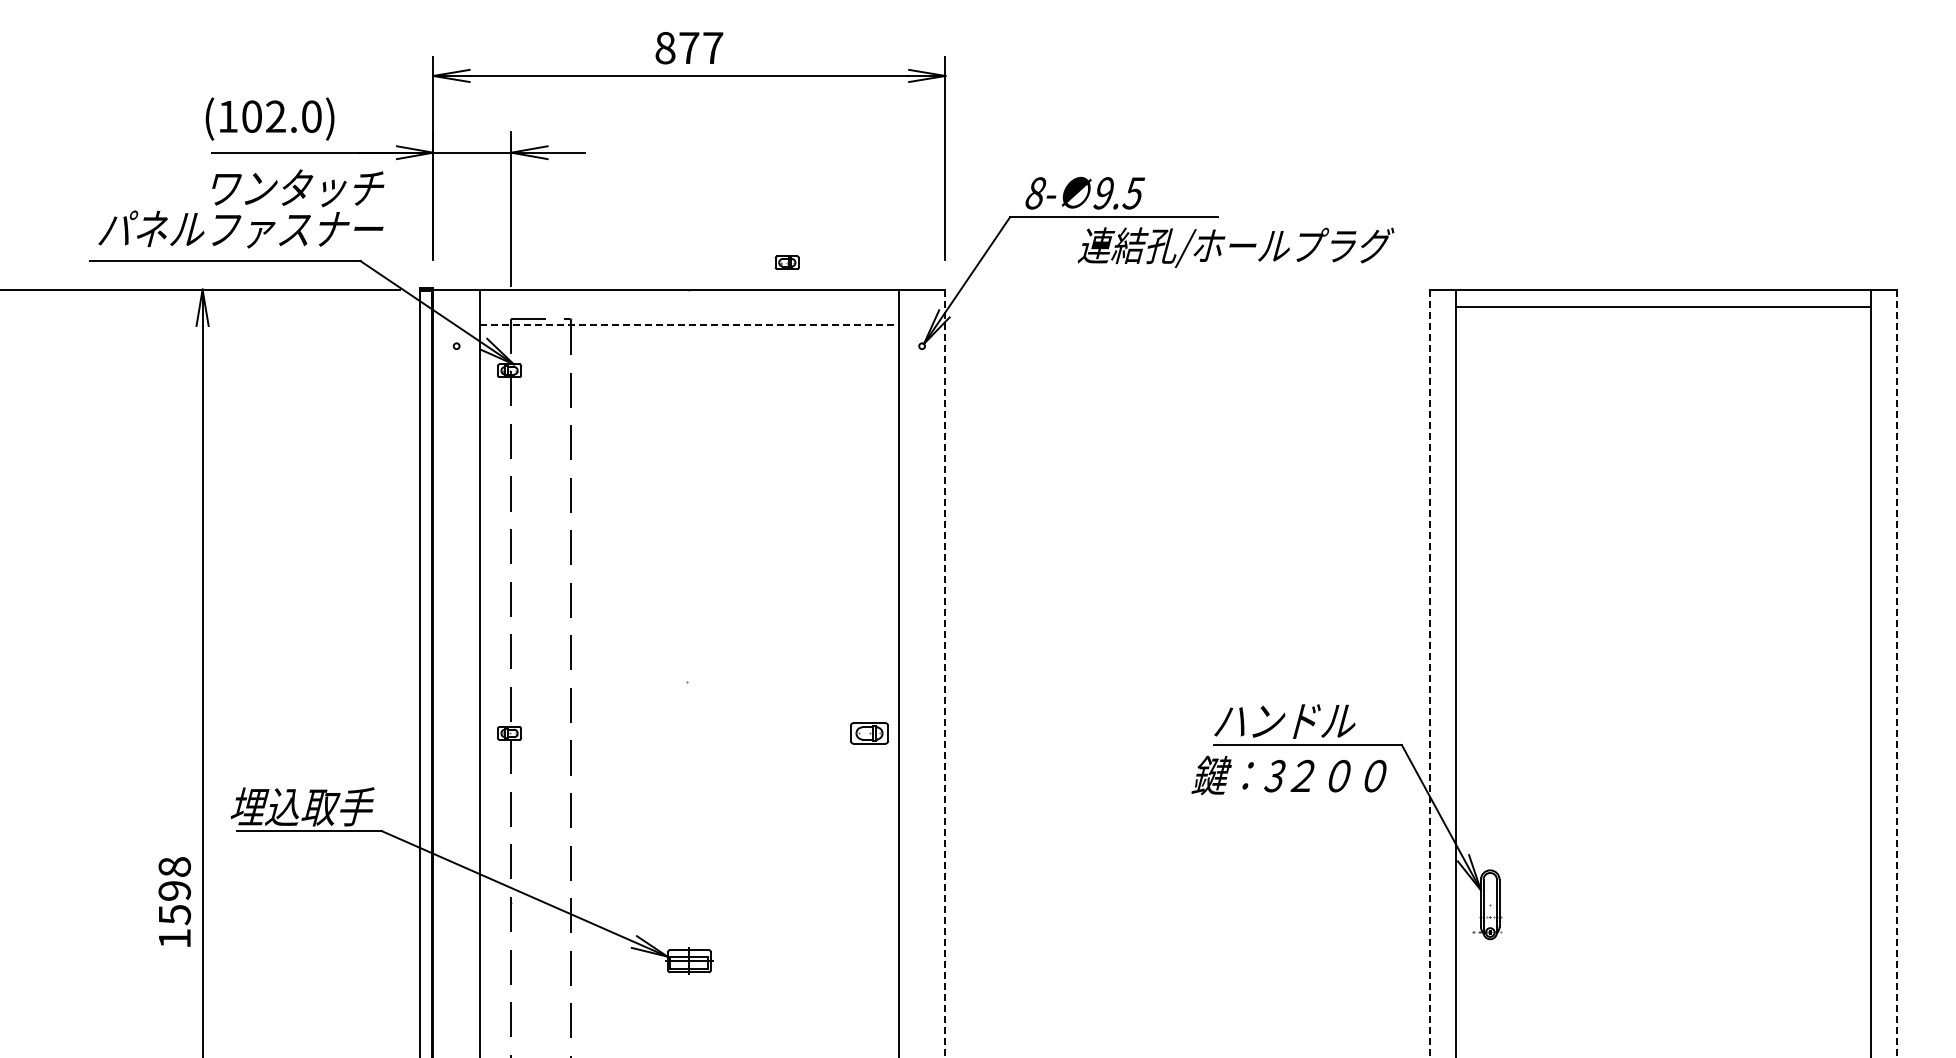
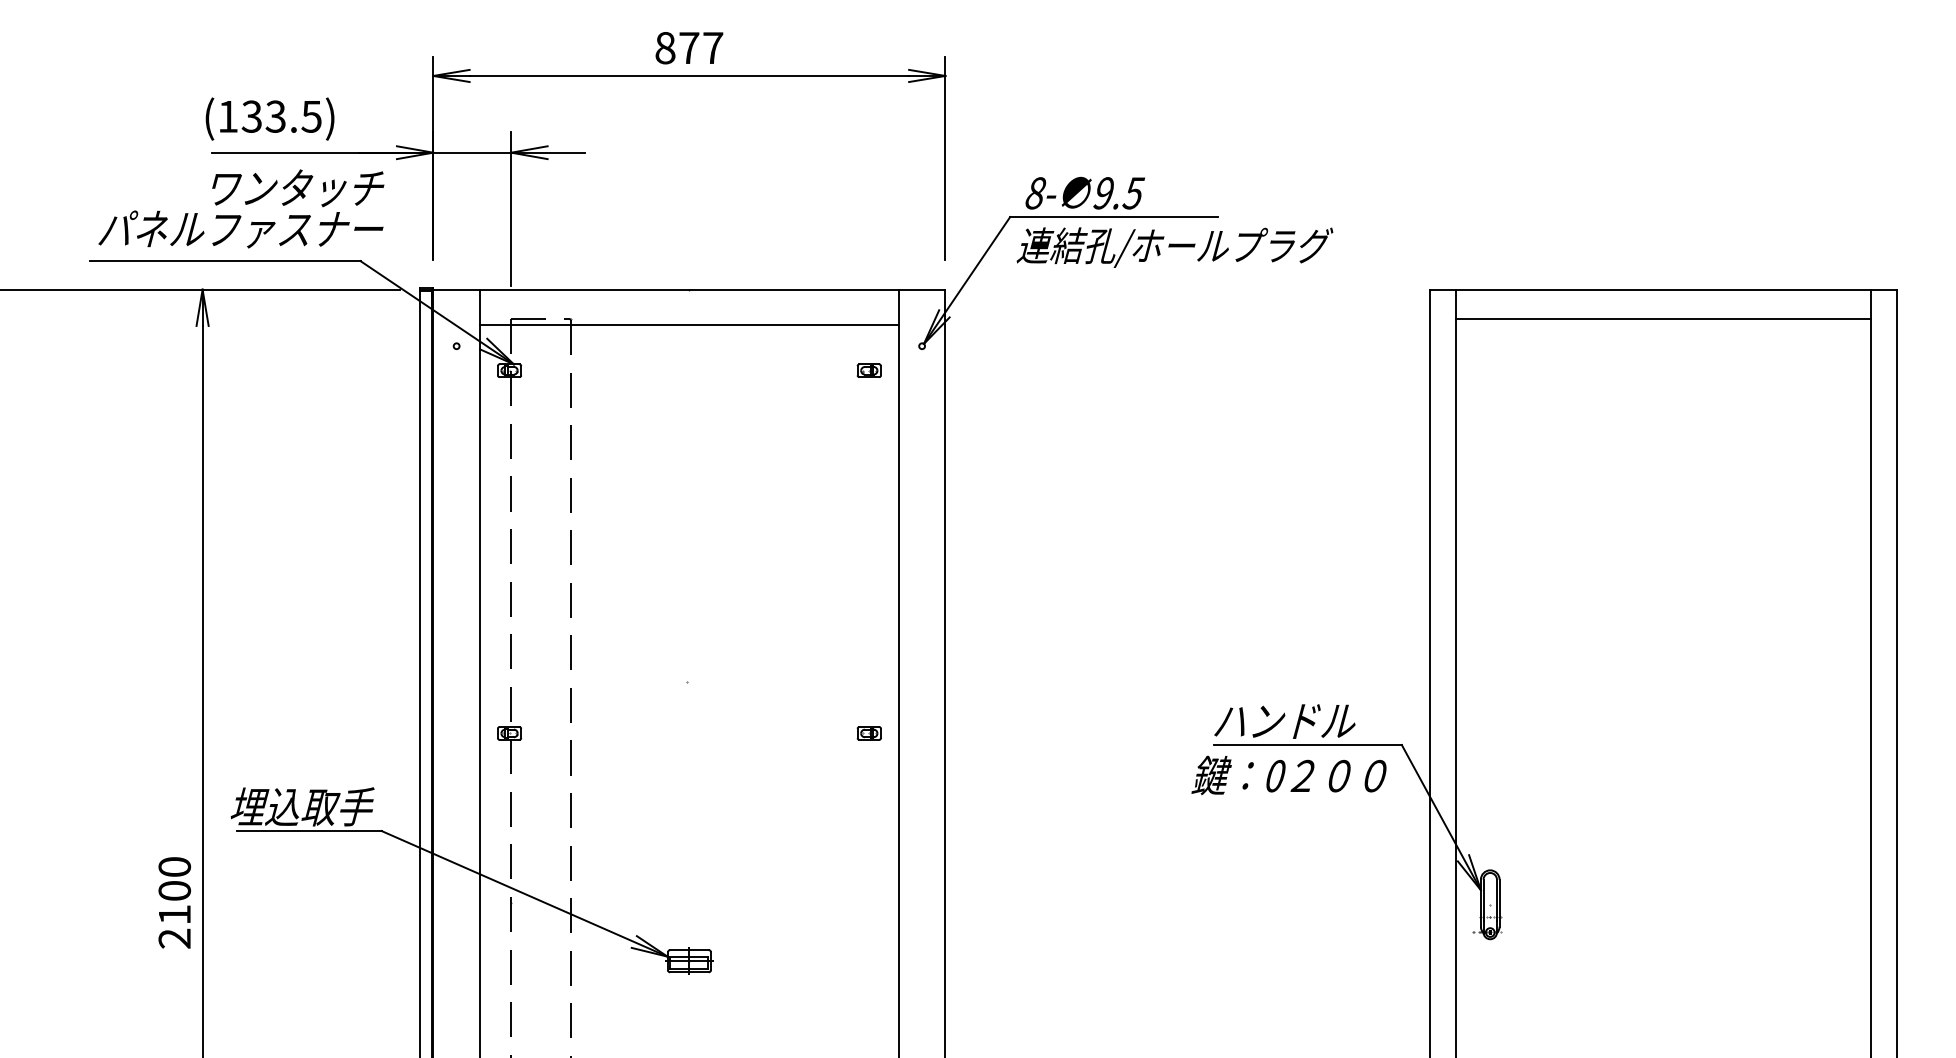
text at (281, 116): (102.0) -> (133.5)
text at (1235, 247) position: (1235, 247) -> (1174, 247)
part at (786, 262) position: (786, 262) -> (868, 370)
line at (1663, 306) position: (1663, 306) -> (1663, 318)
line at (689, 324): dashed -> solid
line at (945, 673): dashed -> solid
line at (1430, 673): dashed -> solid
line at (1897, 673): dashed -> solid
part at (869, 733) size: 40x23 px -> 26x15 px
text at (1274, 776): 3 -> 0
text at (174, 902): 1598 -> 2100
